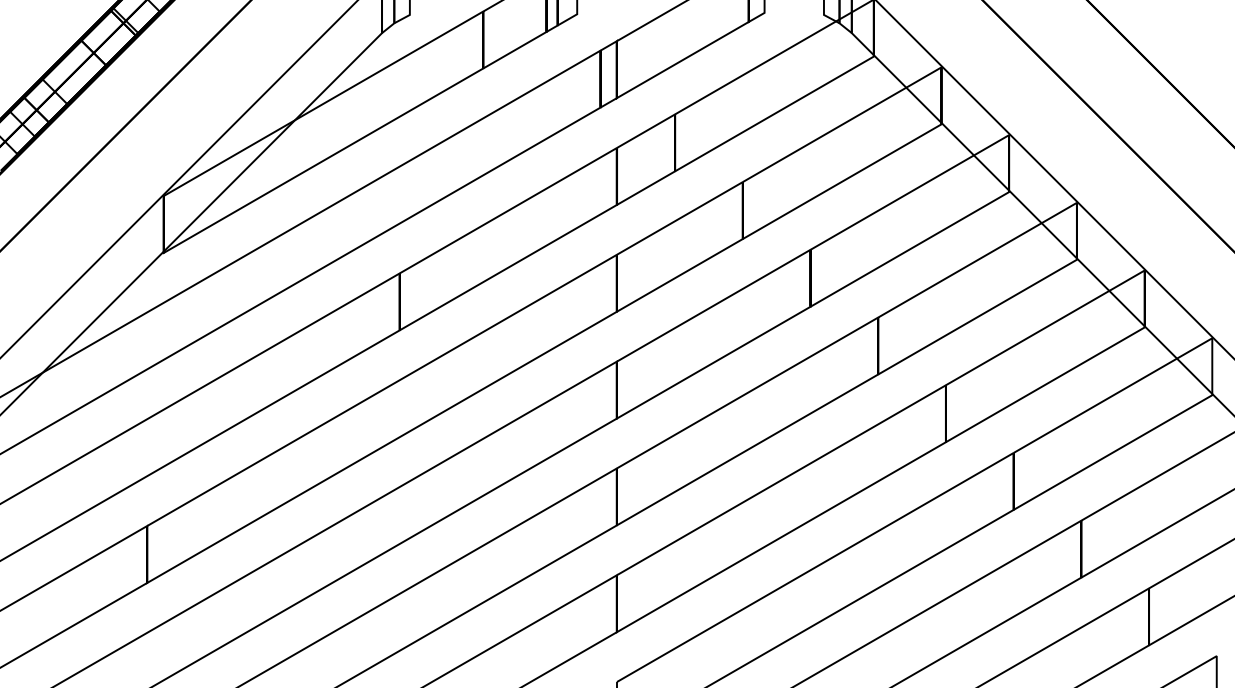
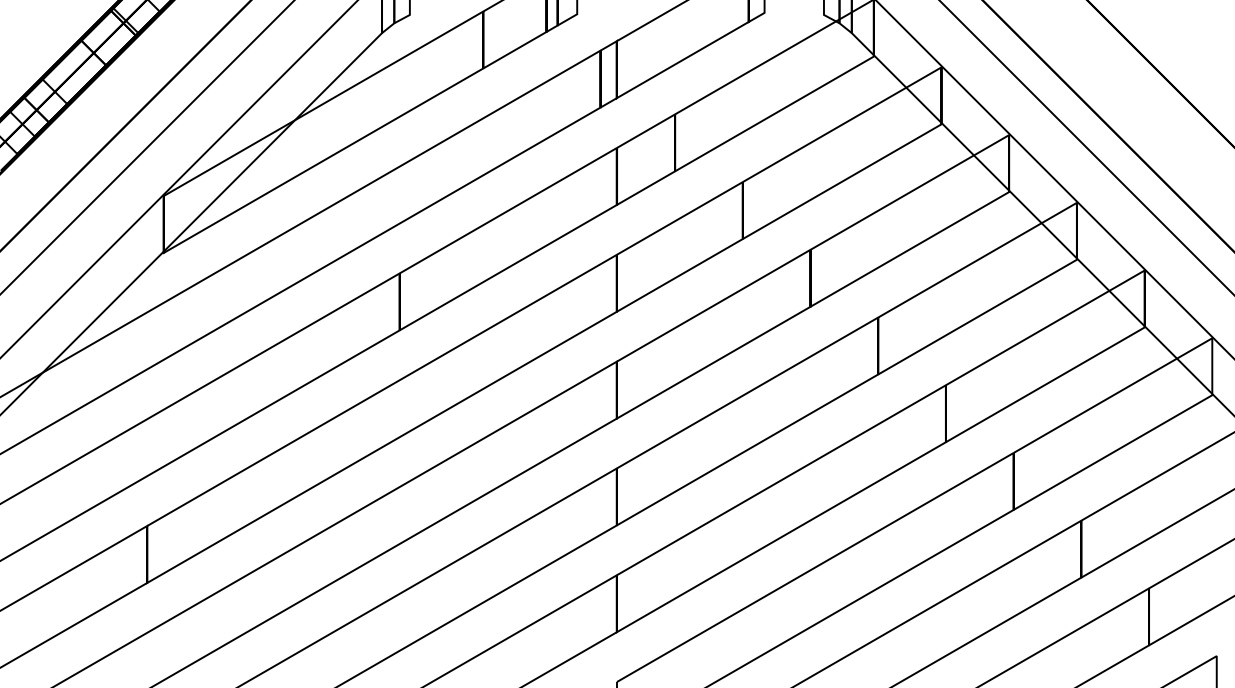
line at (147, 147): none -> present
line at (1086, 147): none -> present
